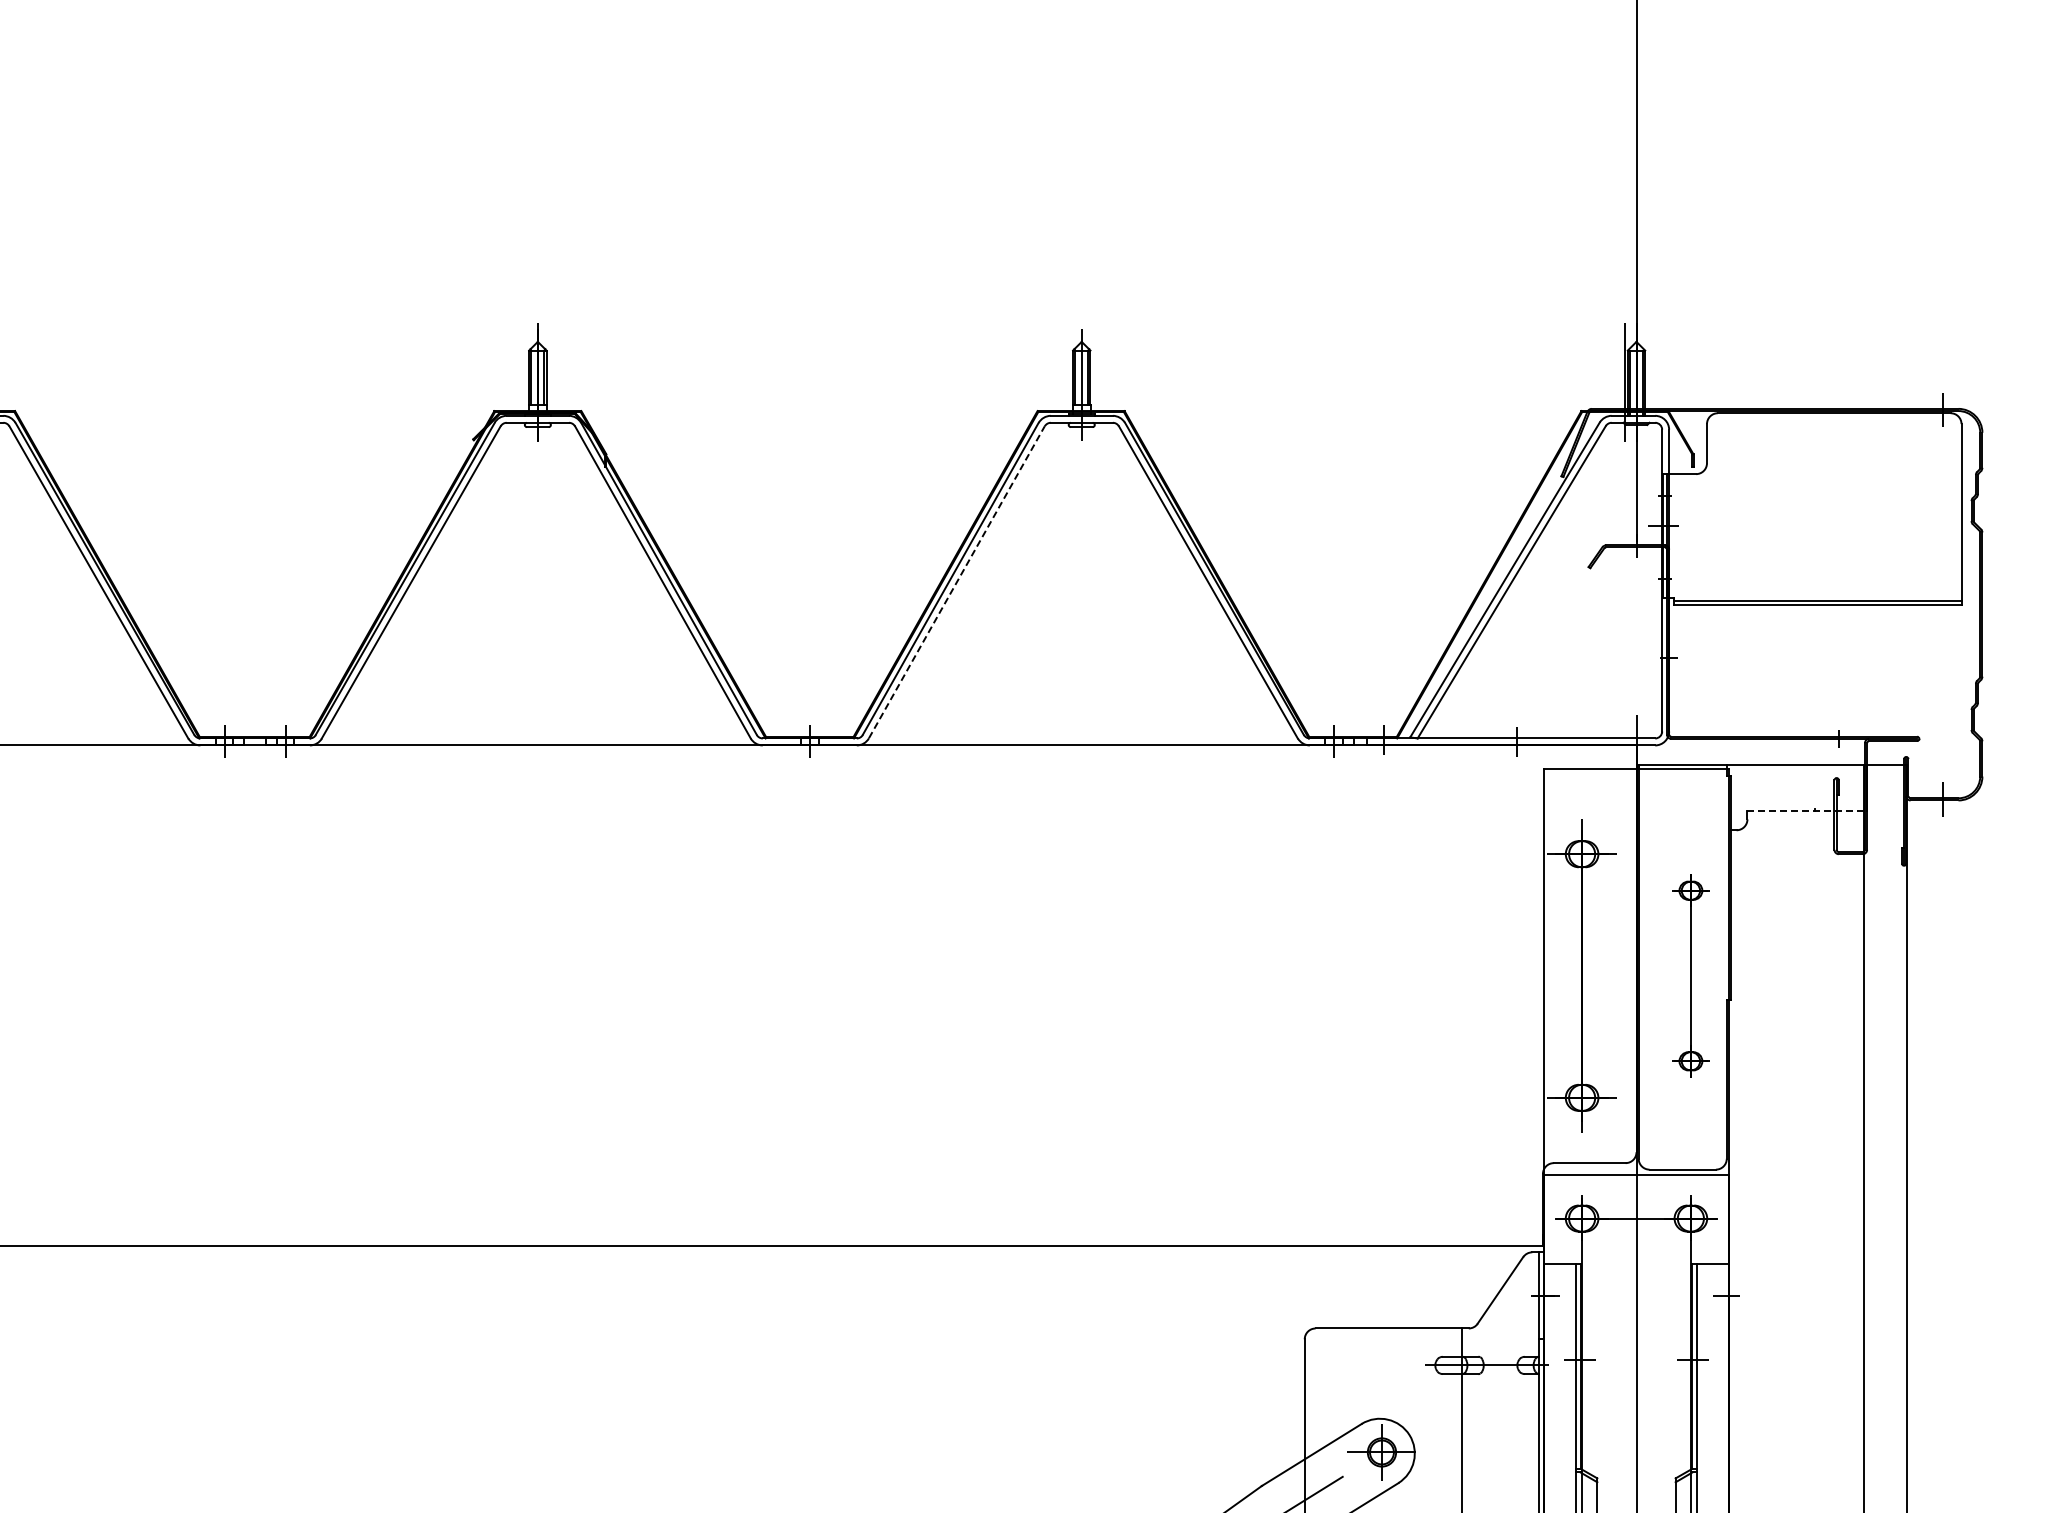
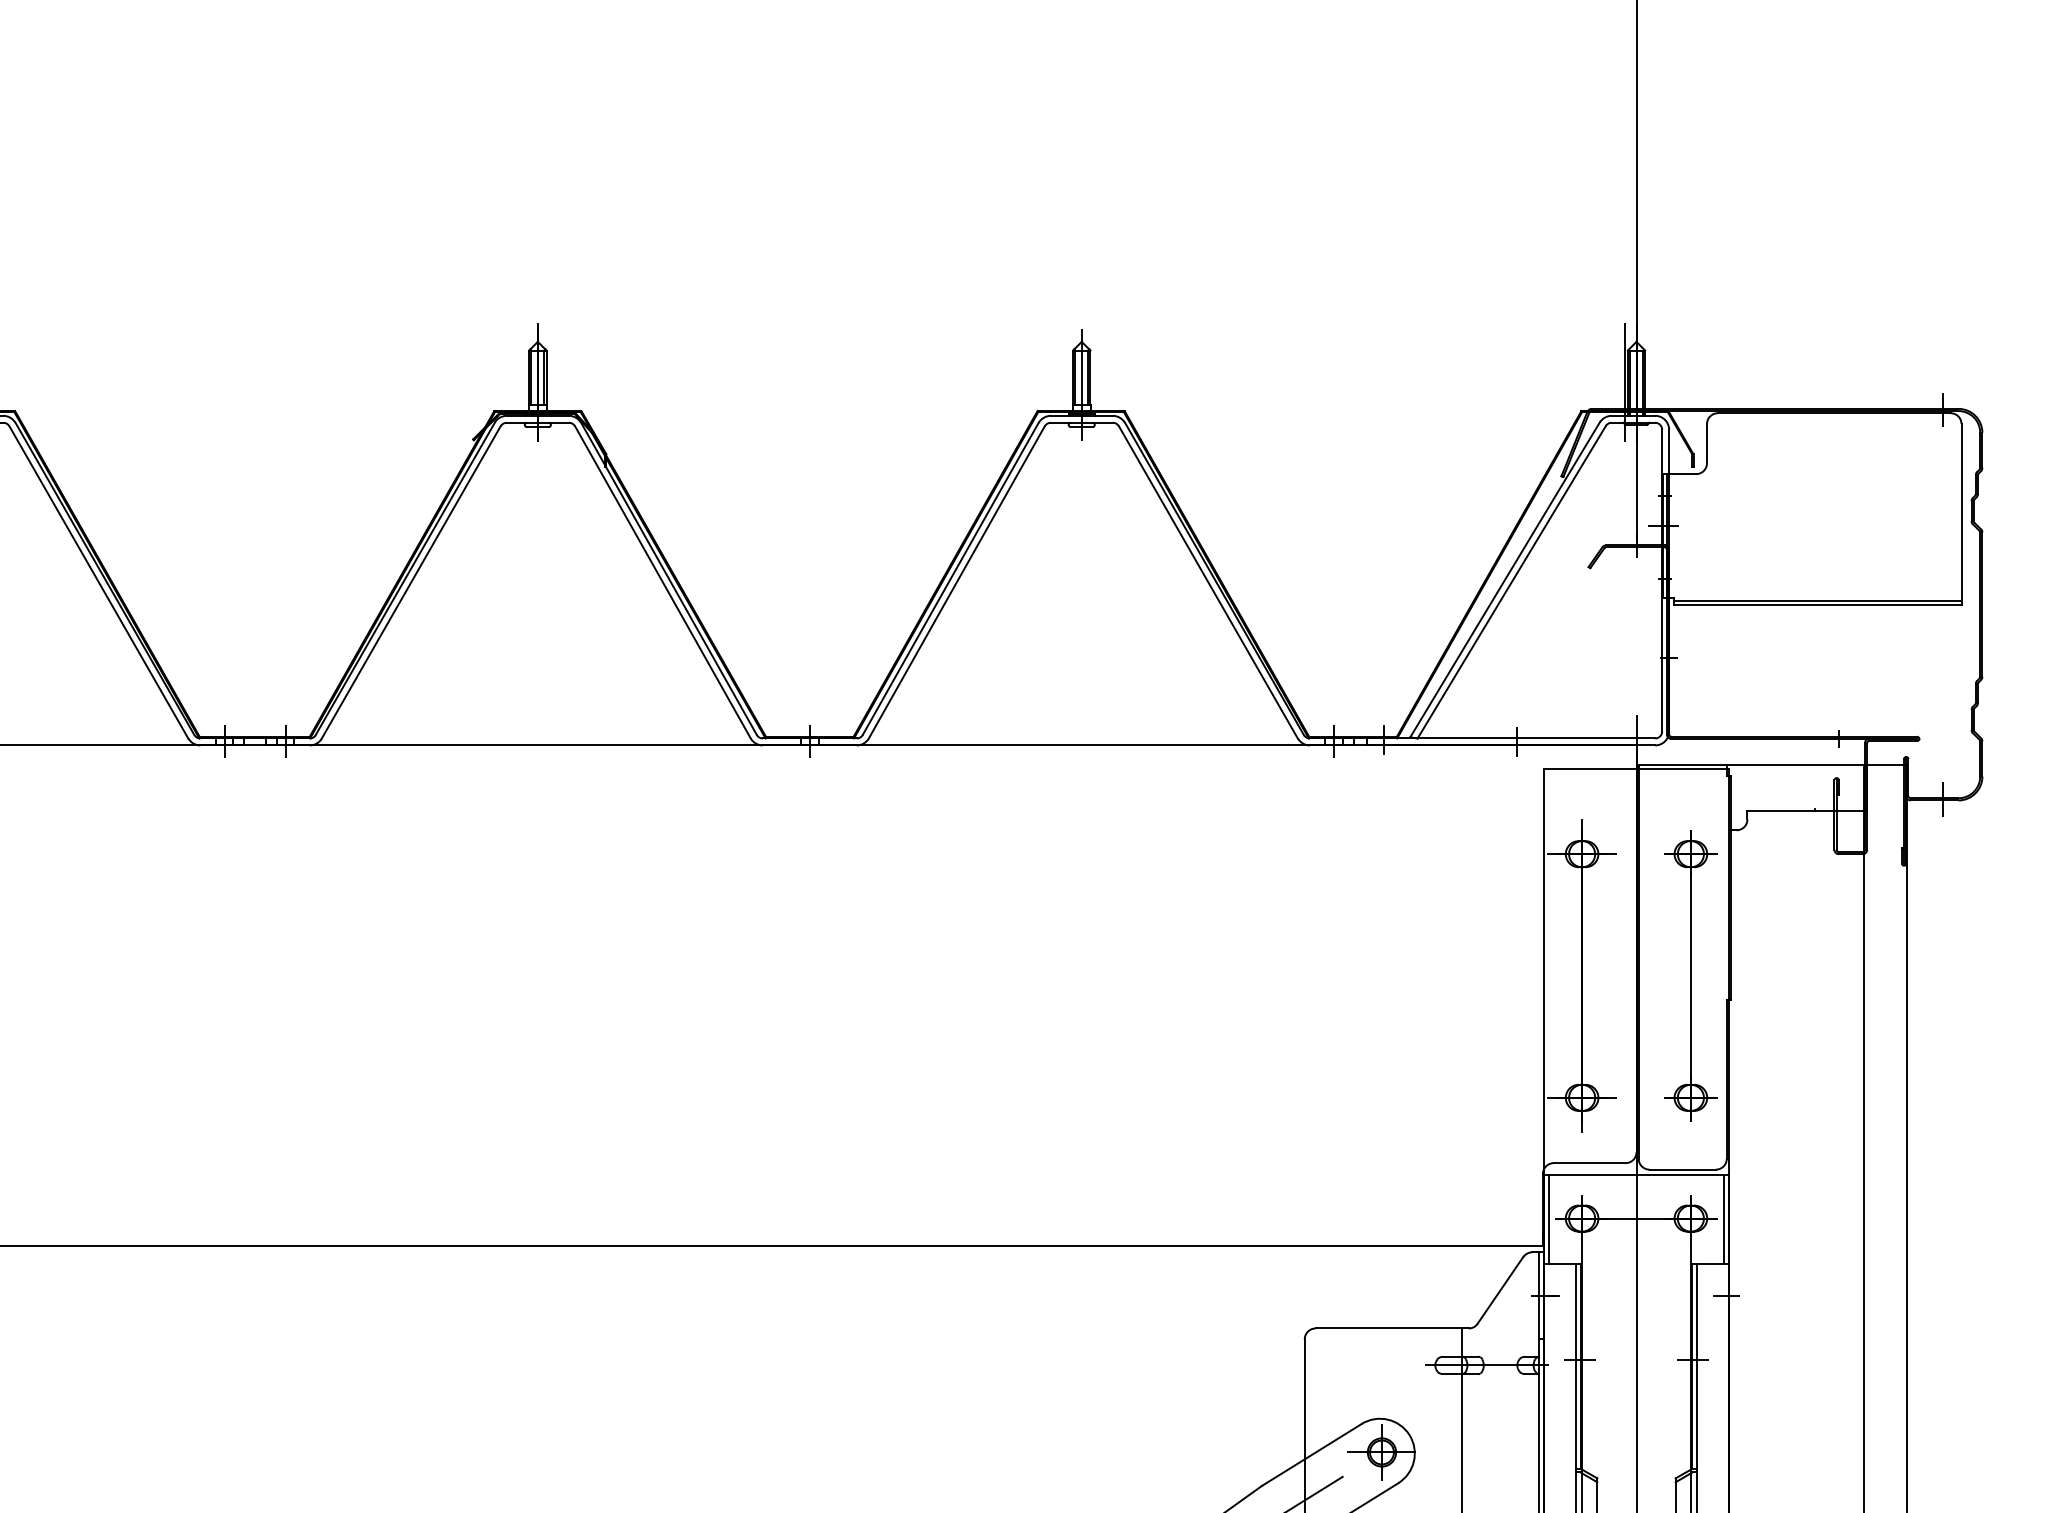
line at (957, 581): dashed -> solid
line at (1807, 810): dashed -> solid
part at (1690, 975) size: 38x204 px -> 54x292 px
line at (1549, 1219): none -> present
line at (1723, 1219): none -> present
